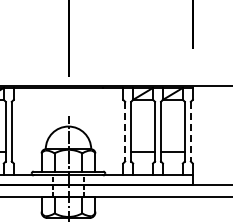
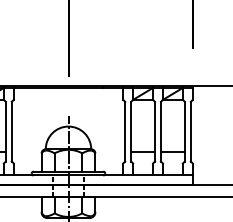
line at (125, 131): dashed -> solid
line at (190, 131): dashed -> solid
